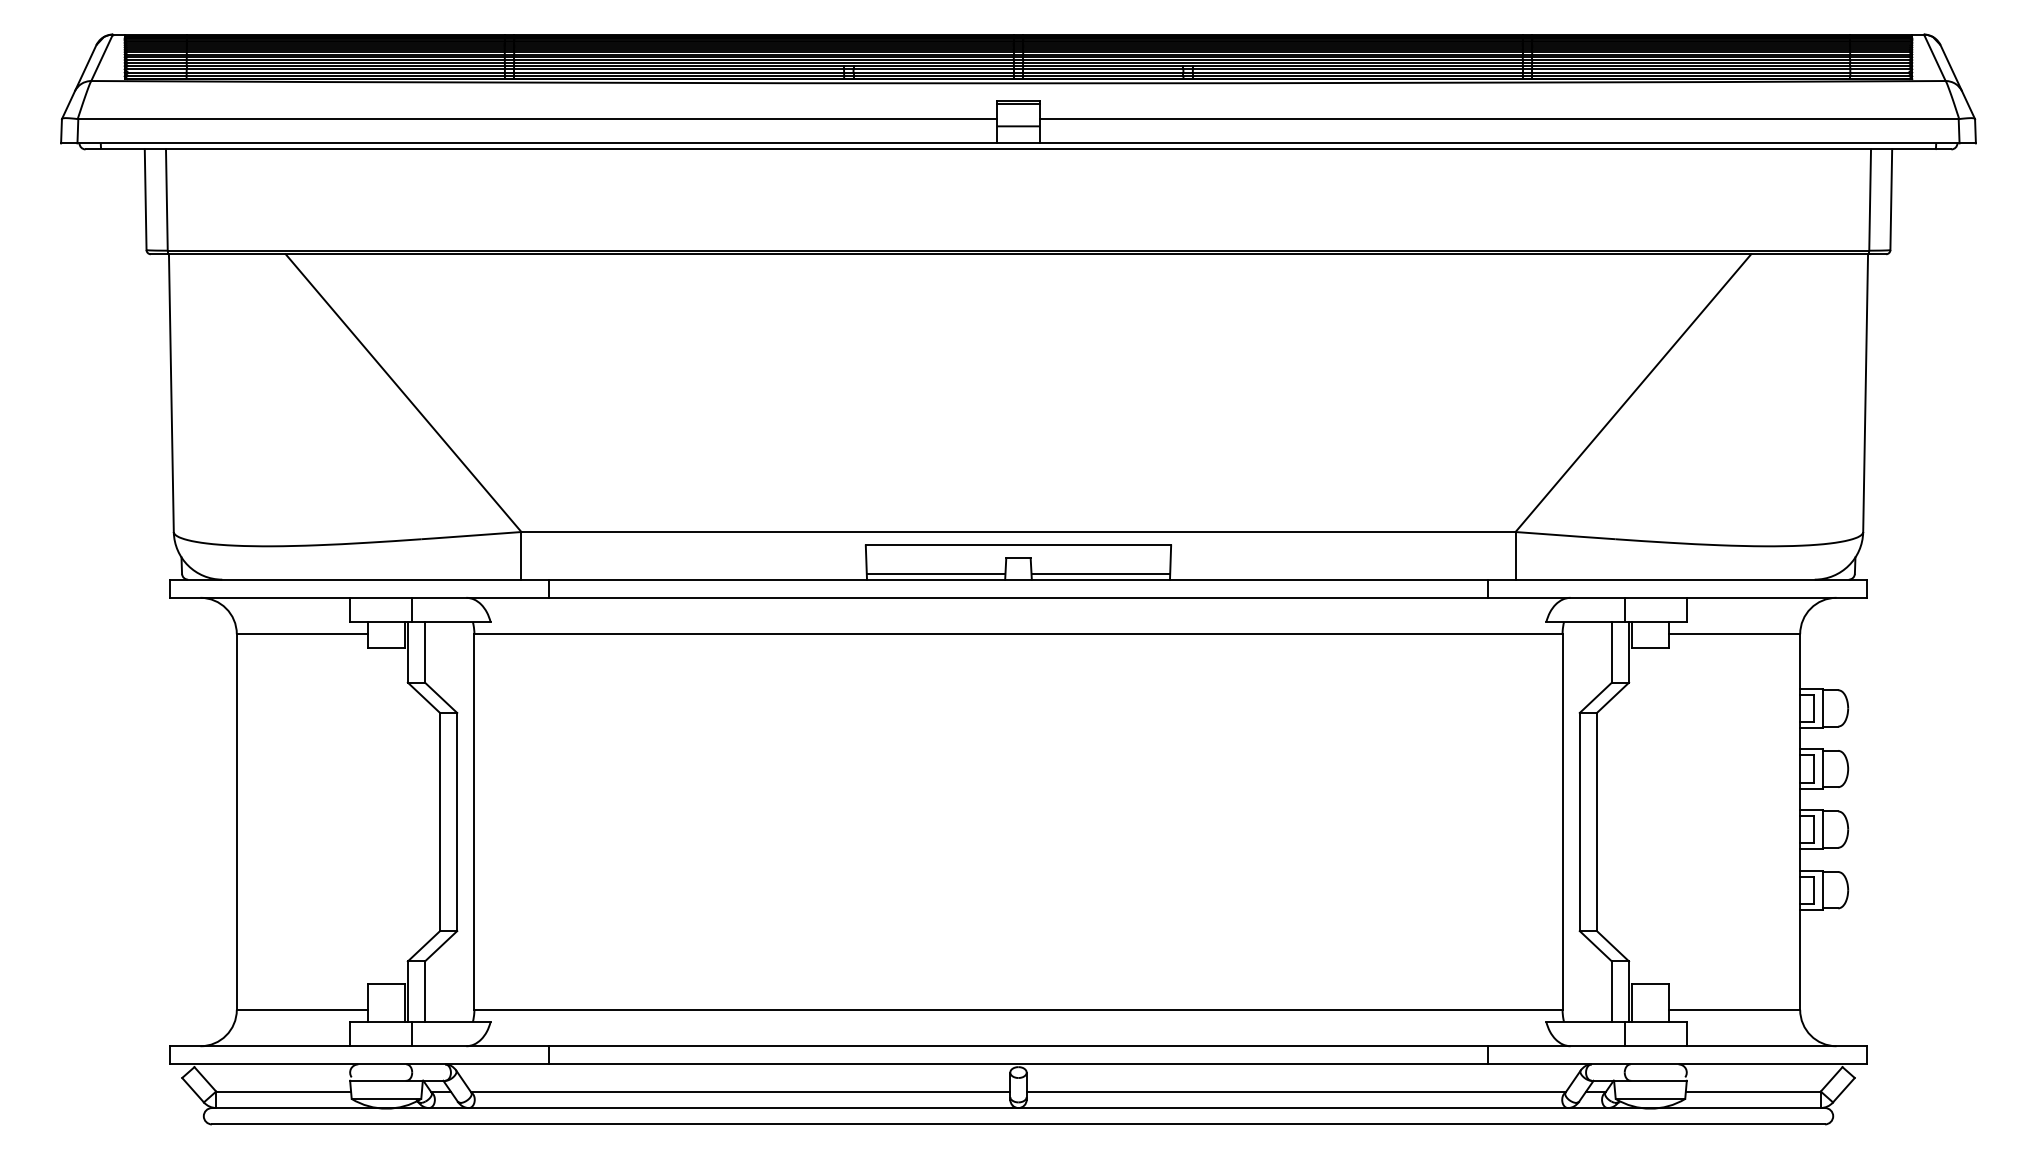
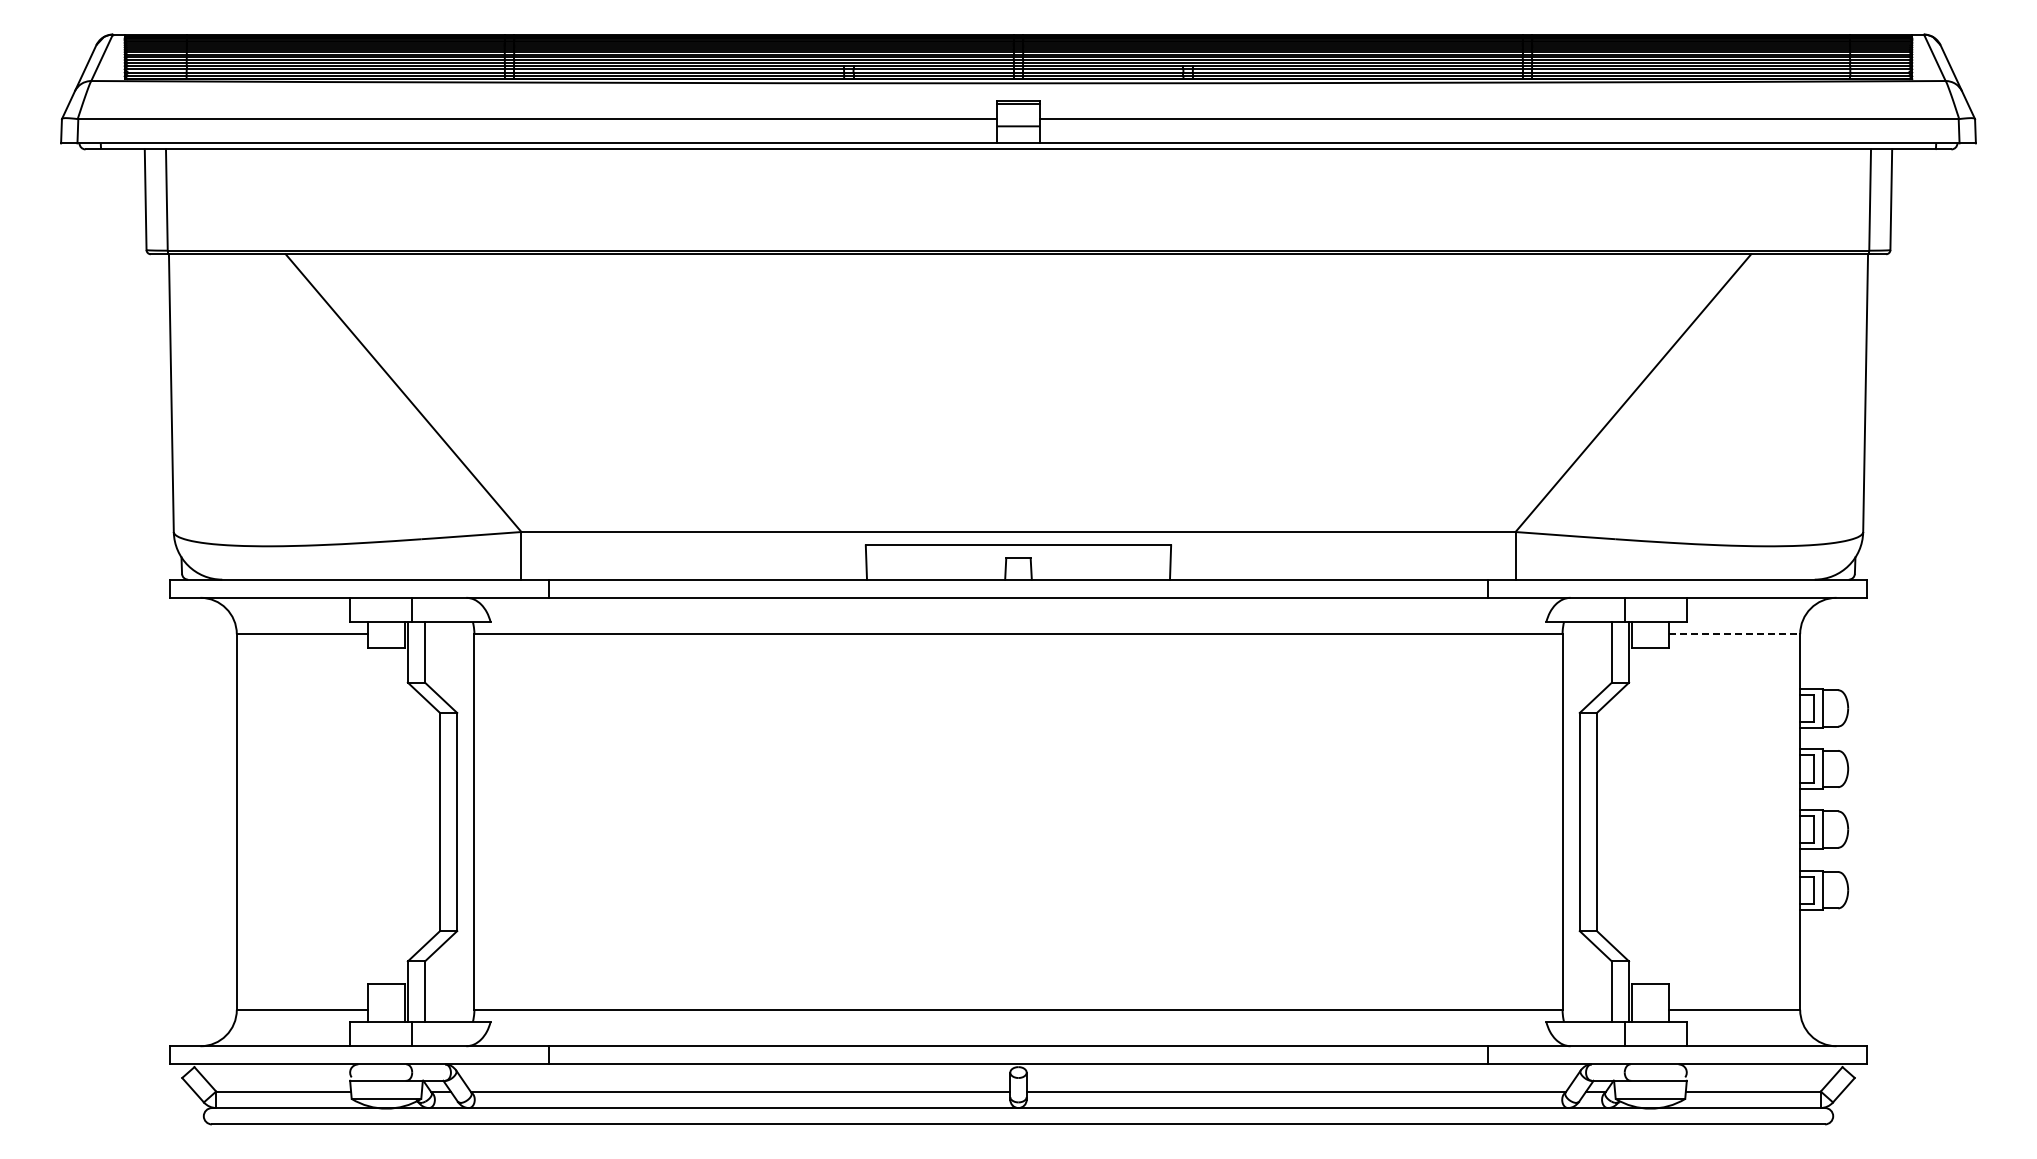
line at (935, 573): present -> none
line at (1100, 573): present -> none
line at (1734, 634): solid -> dashed
